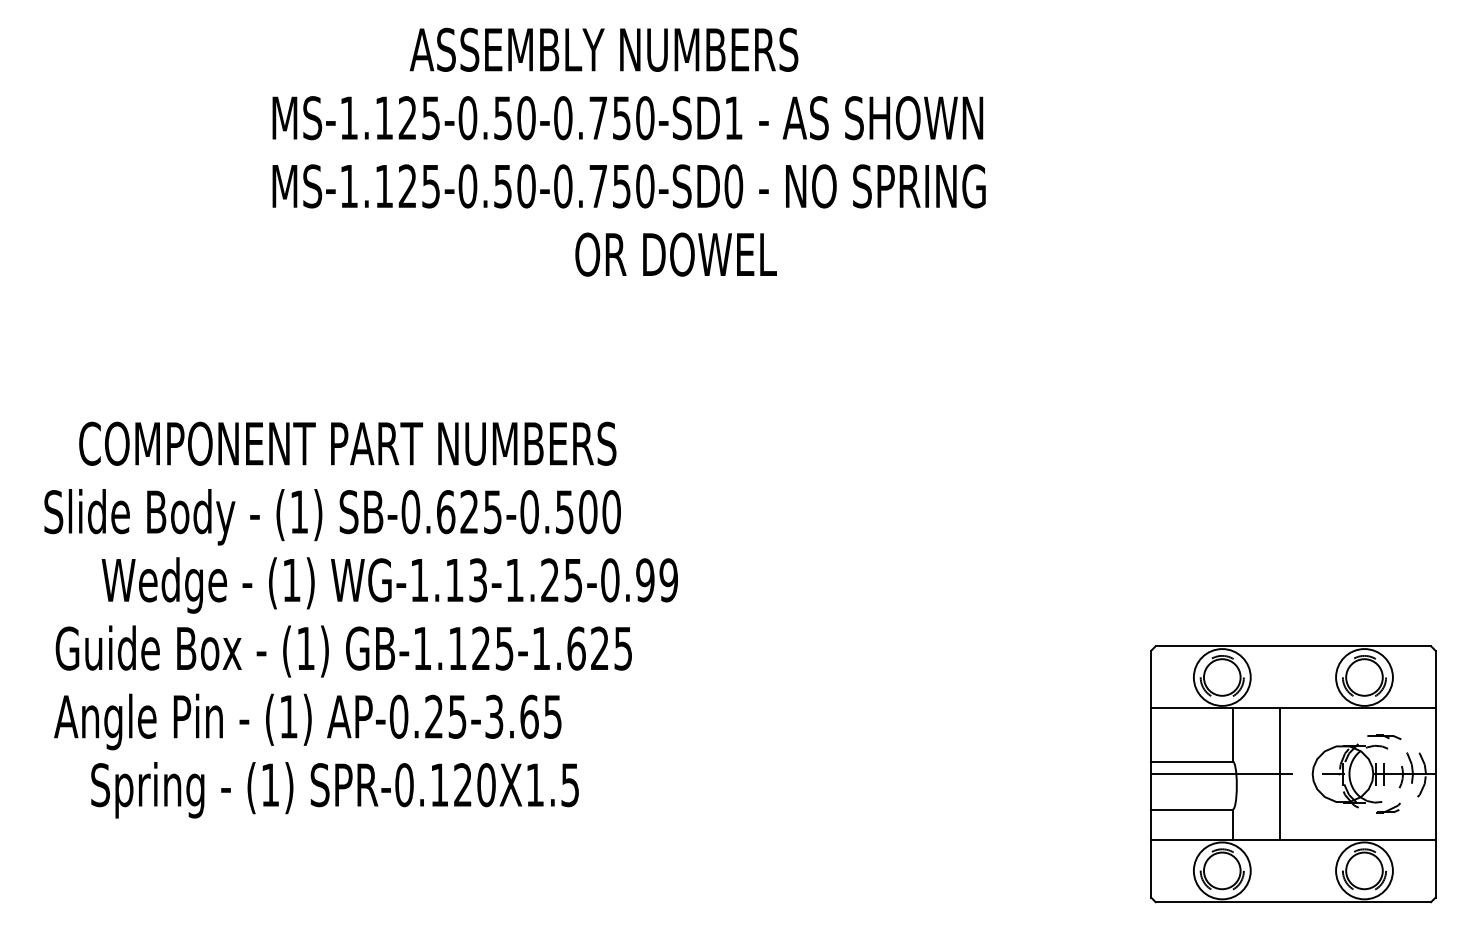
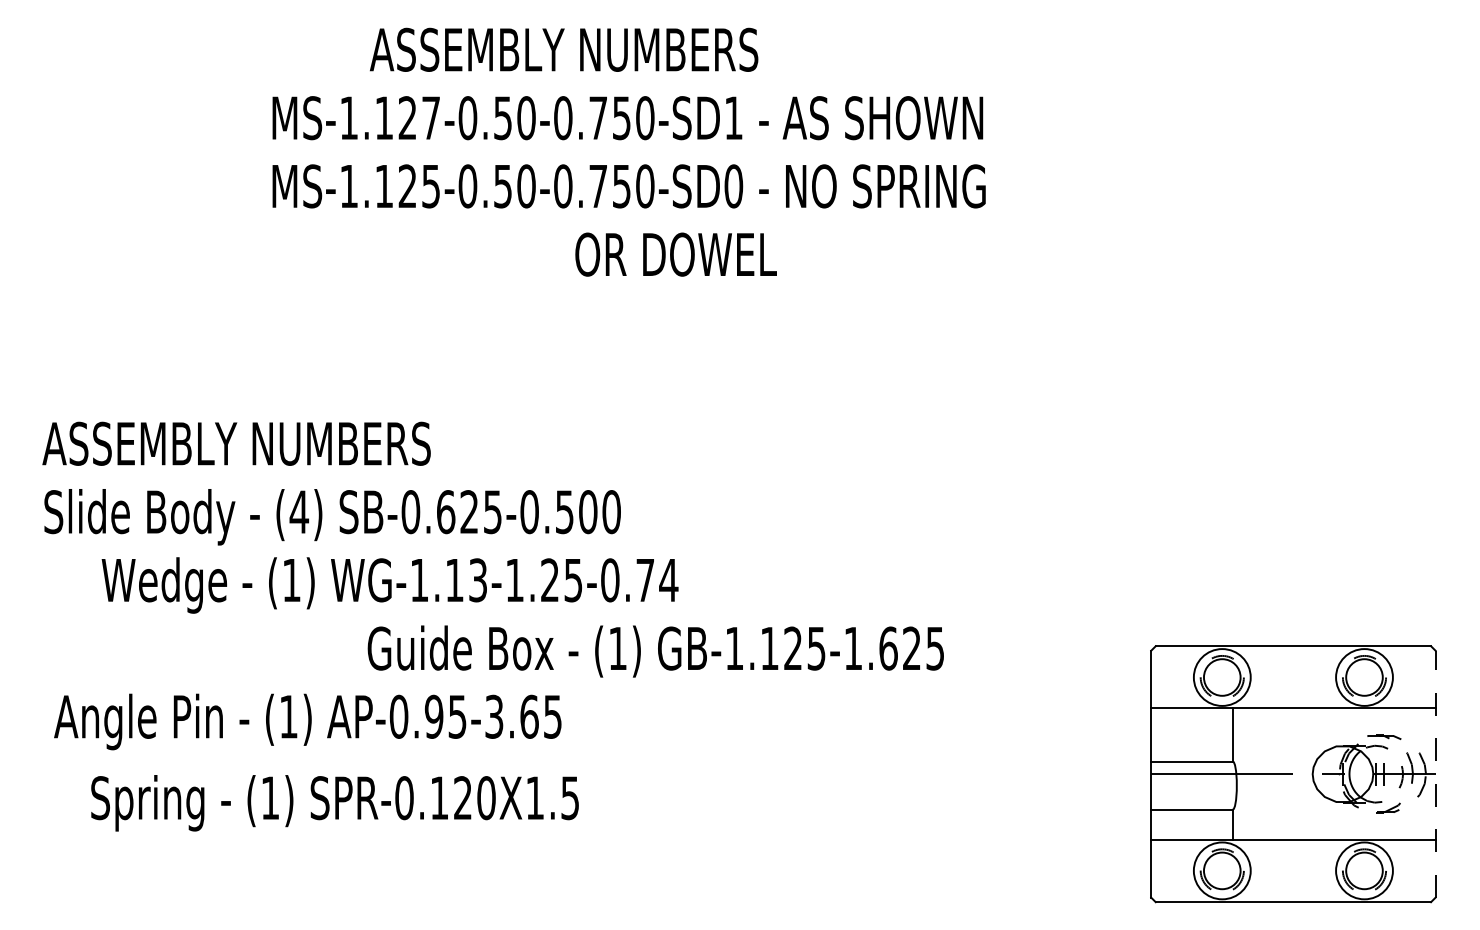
text at (604, 49) position: (604, 49) -> (564, 49)
text at (430, 118): MS-1.125-0.50-0.750-SD1 -> MS-1.127-0.50-0.750-SD1
text at (329, 443): COMPONENT PART NUMBERS -> ASSEMBLY NUMBERS
text at (299, 511): (1) -> (4)
text at (657, 580): WG-1.13-1.25-0.99 -> WG-1.13-1.25-0.74
text at (343, 651) position: (343, 651) -> (655, 651)
text at (433, 716): AP-0.25-3.65 -> AP-0.95-3.65
line at (1435, 773): solid -> dashed
line at (1279, 774): present -> none
text at (334, 790) position: (334, 790) -> (334, 803)
